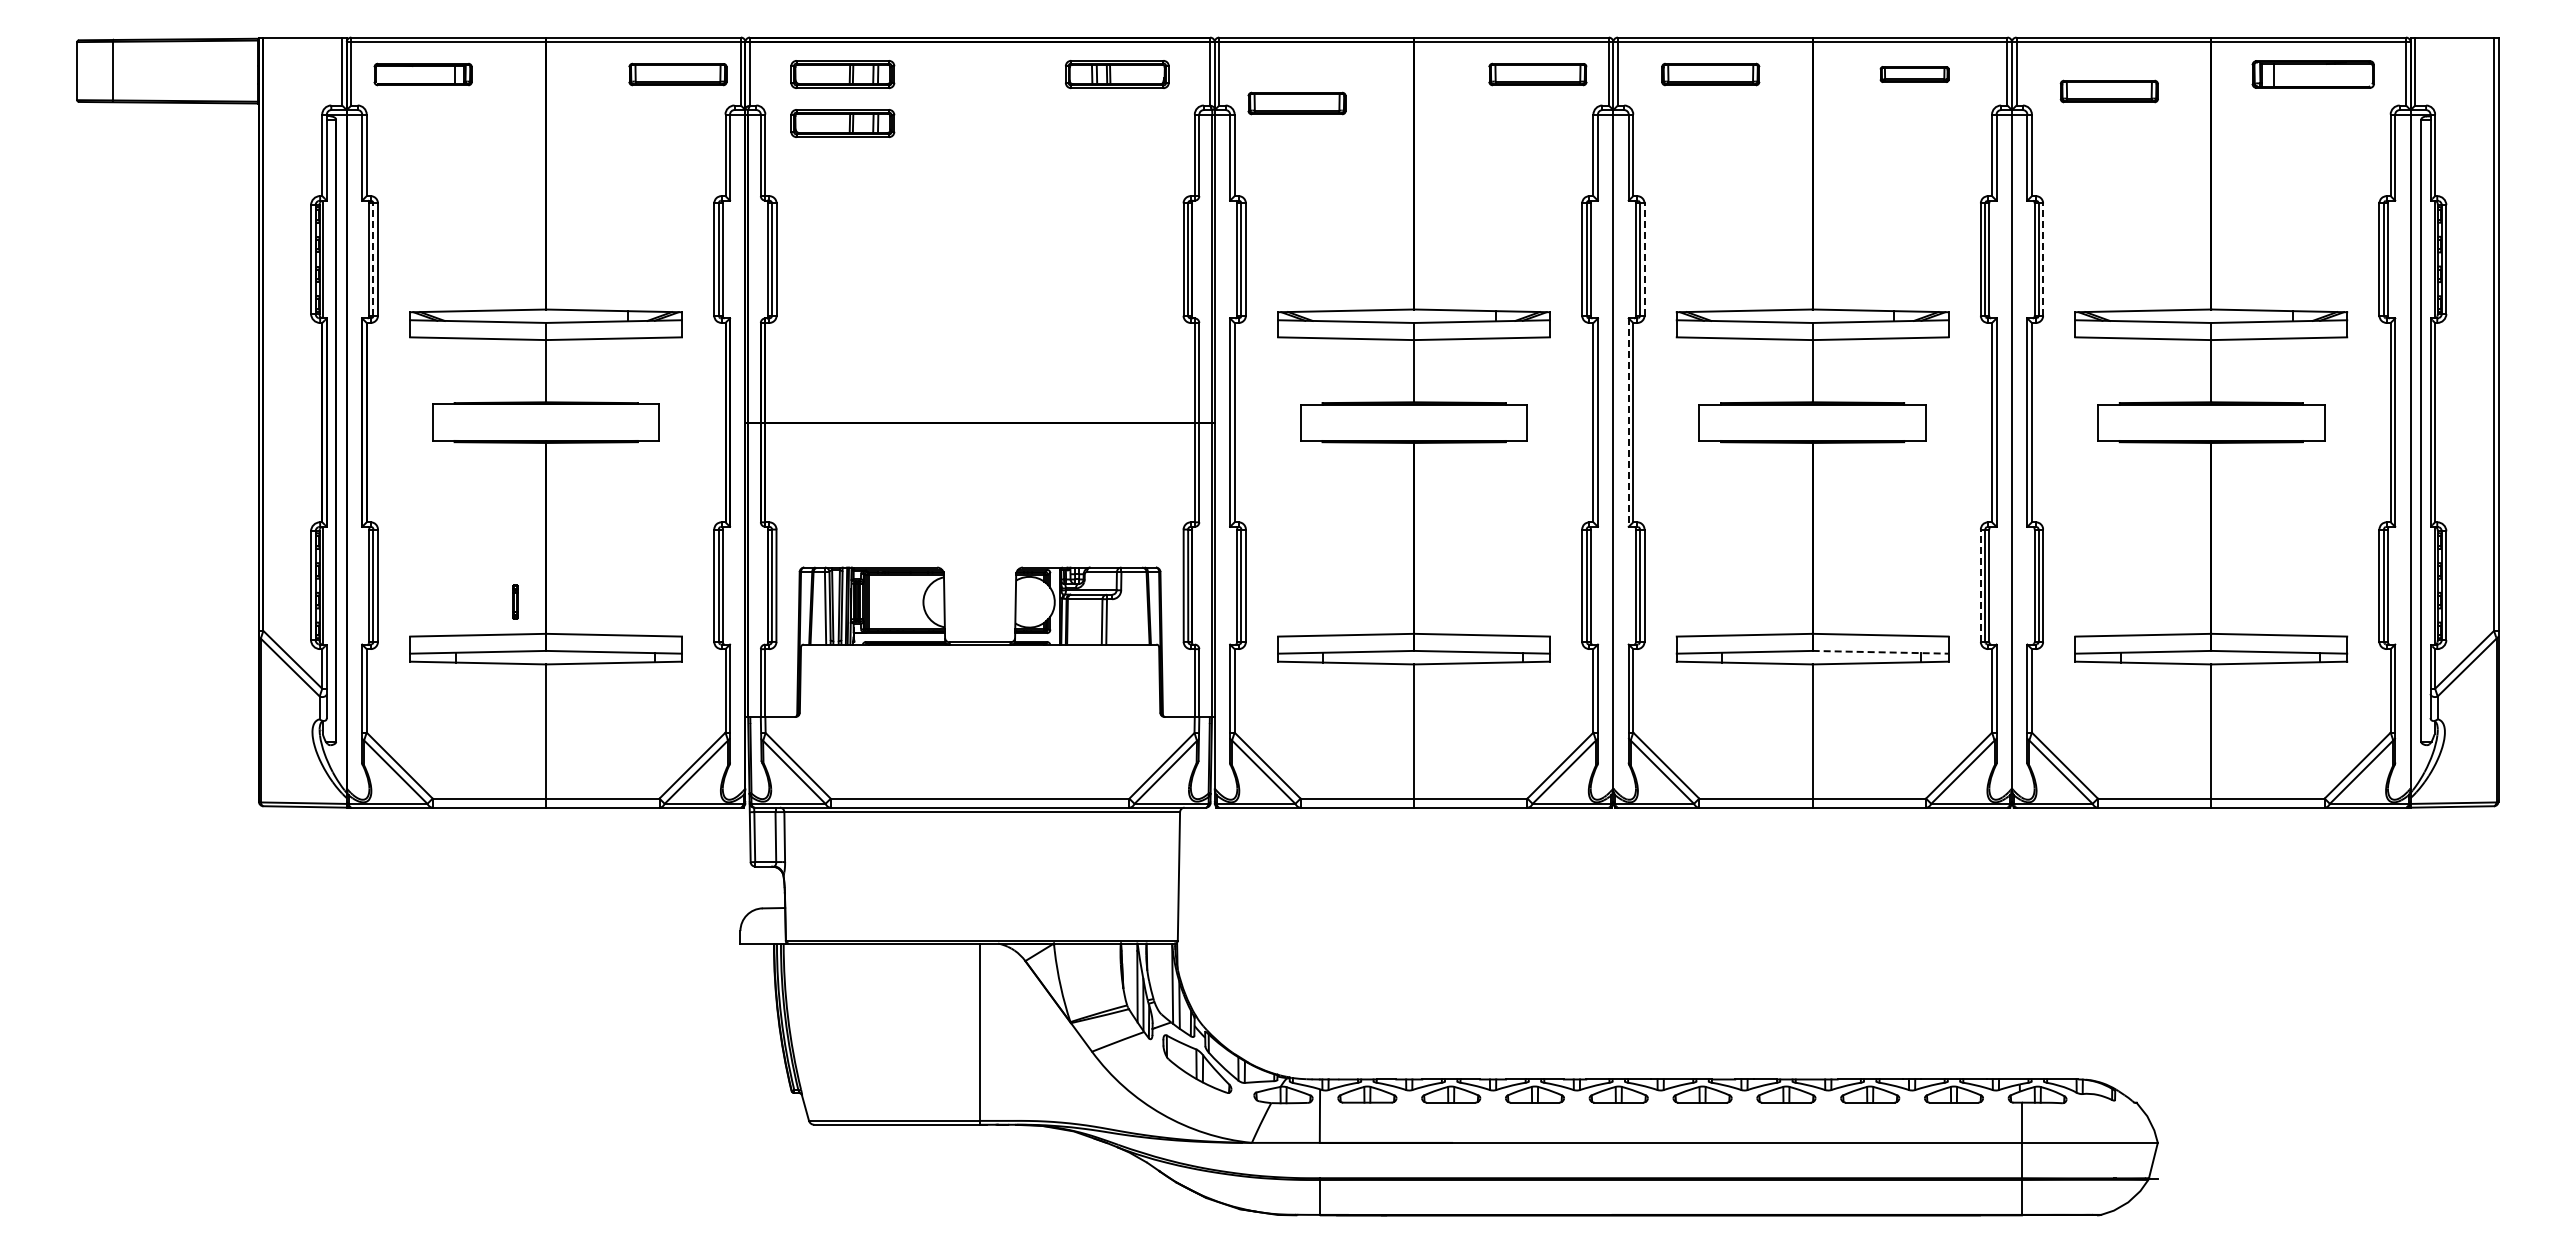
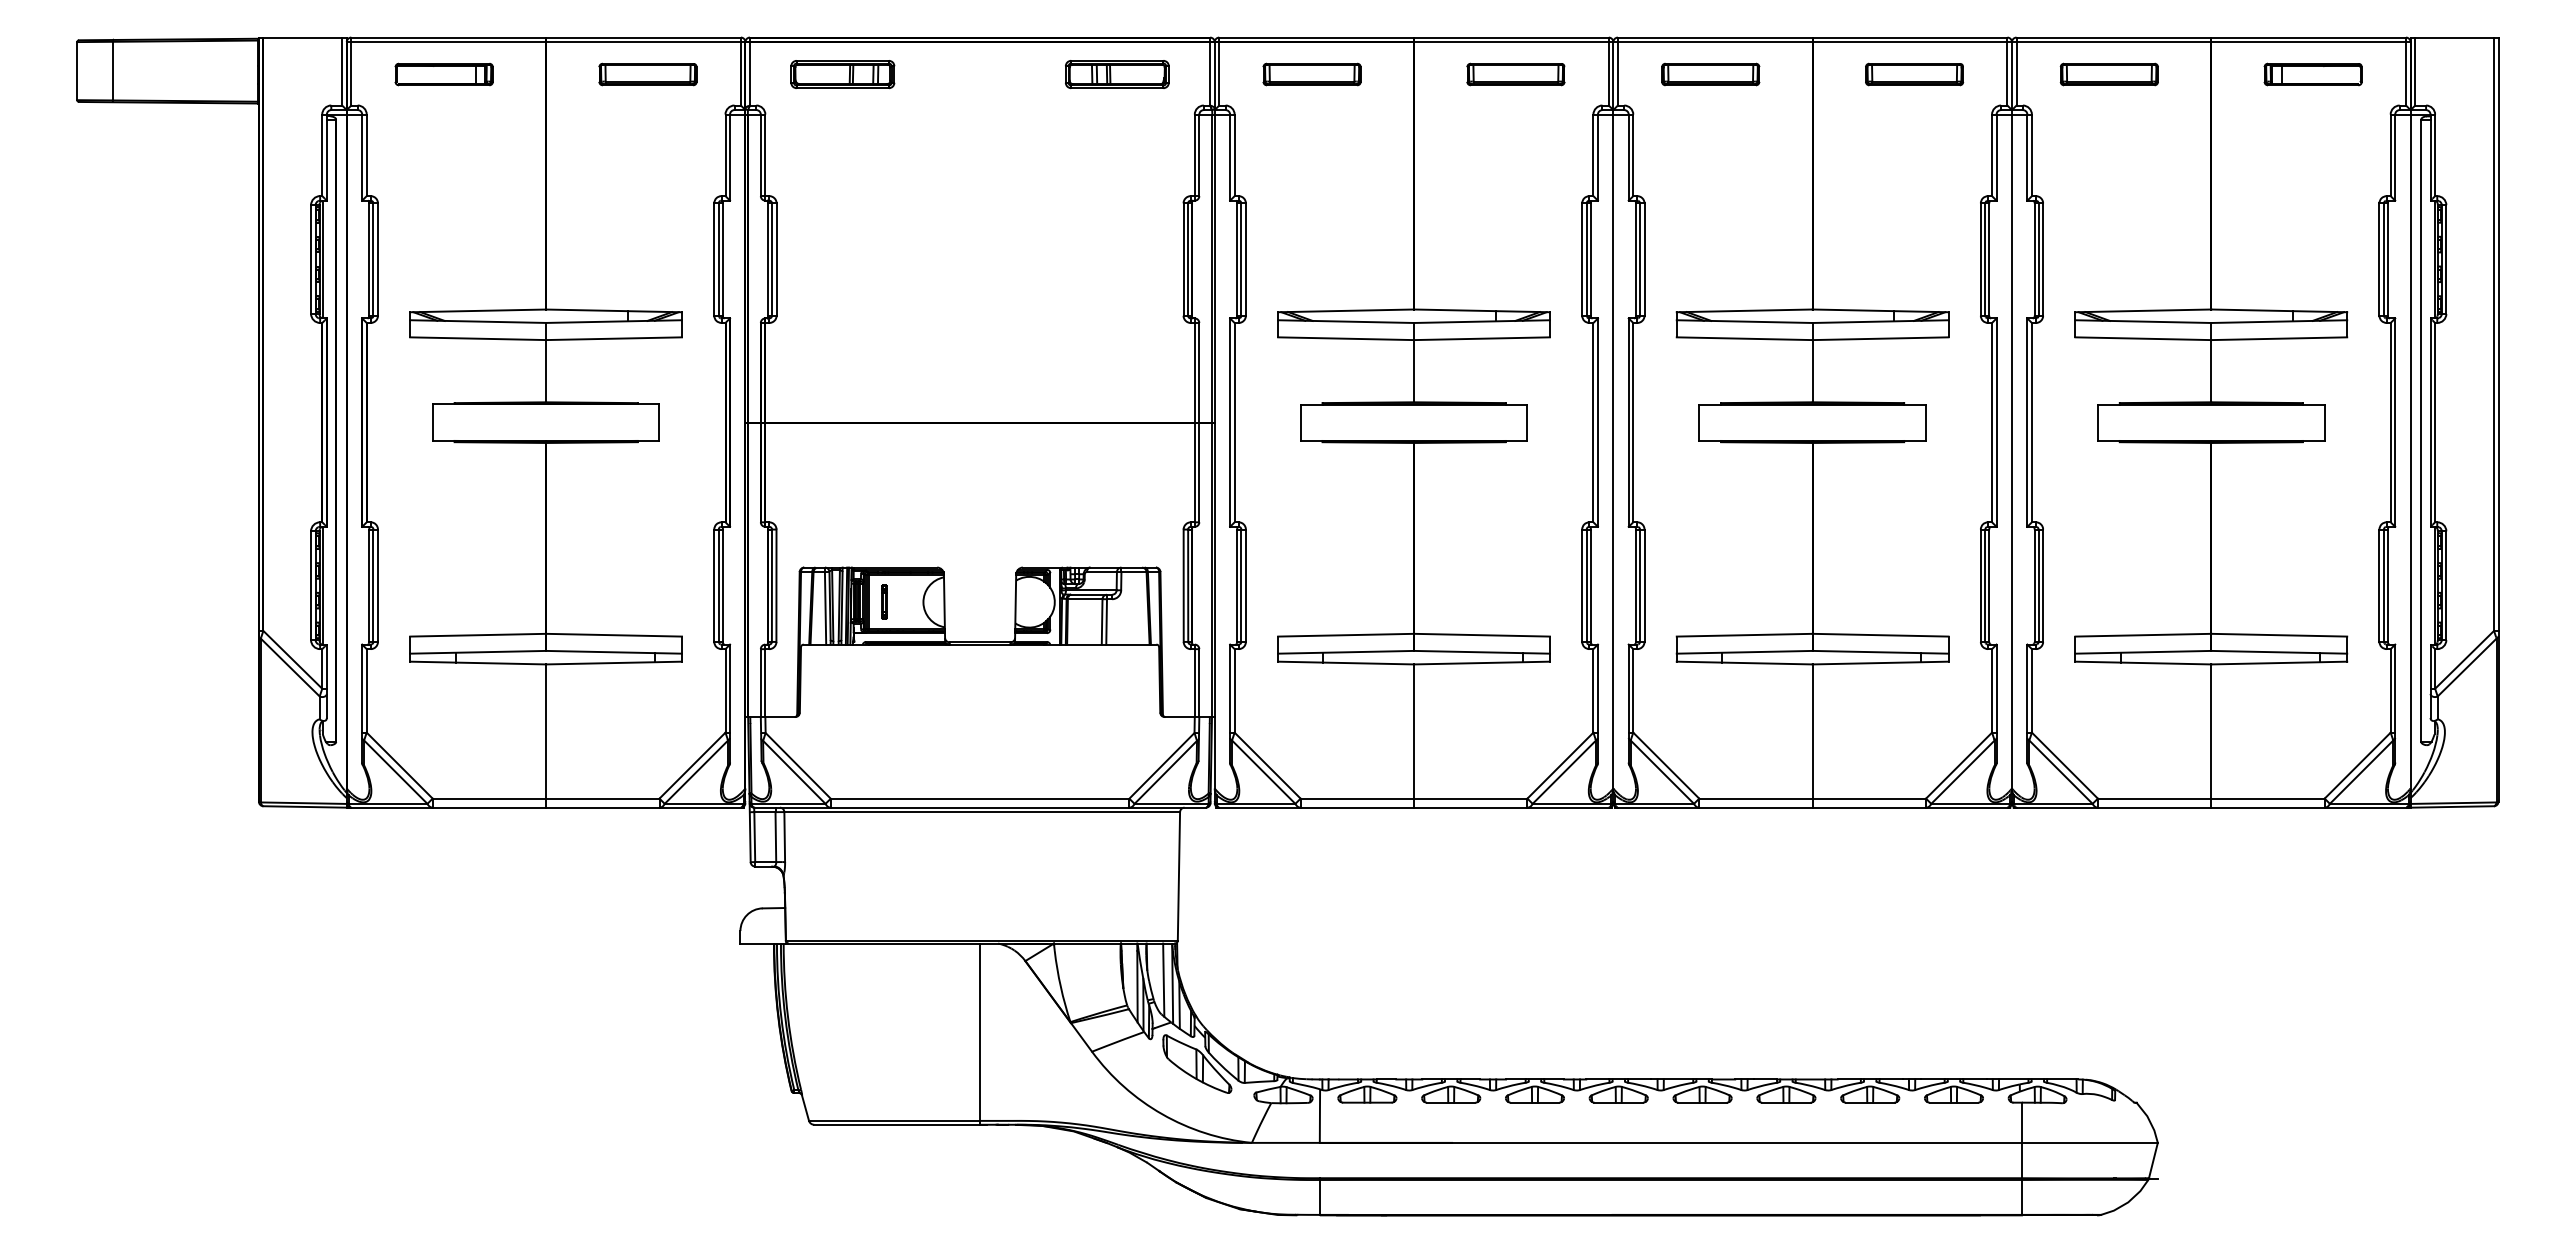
part at (422, 74) position: (422, 74) -> (443, 74)
part at (677, 74) position: (677, 74) -> (647, 74)
part at (1537, 74) position: (1537, 74) -> (1515, 74)
part at (1914, 74) size: 71x17 px -> 100x25 px
part at (2312, 74) size: 124x29 px -> 100x25 px
part at (2108, 91) position: (2108, 91) -> (2108, 74)
part at (1296, 103) position: (1296, 103) -> (1311, 74)
part at (842, 123): present -> none
line at (373, 259): dashed -> solid
line at (1644, 259): dashed -> solid
line at (2043, 259): dashed -> solid
line at (1628, 423): dashed -> solid
line at (1980, 585): dashed -> solid
part at (515, 601) position: (515, 601) -> (884, 601)
line at (1880, 652): dashed -> solid
line at (1163, 979): none -> present
